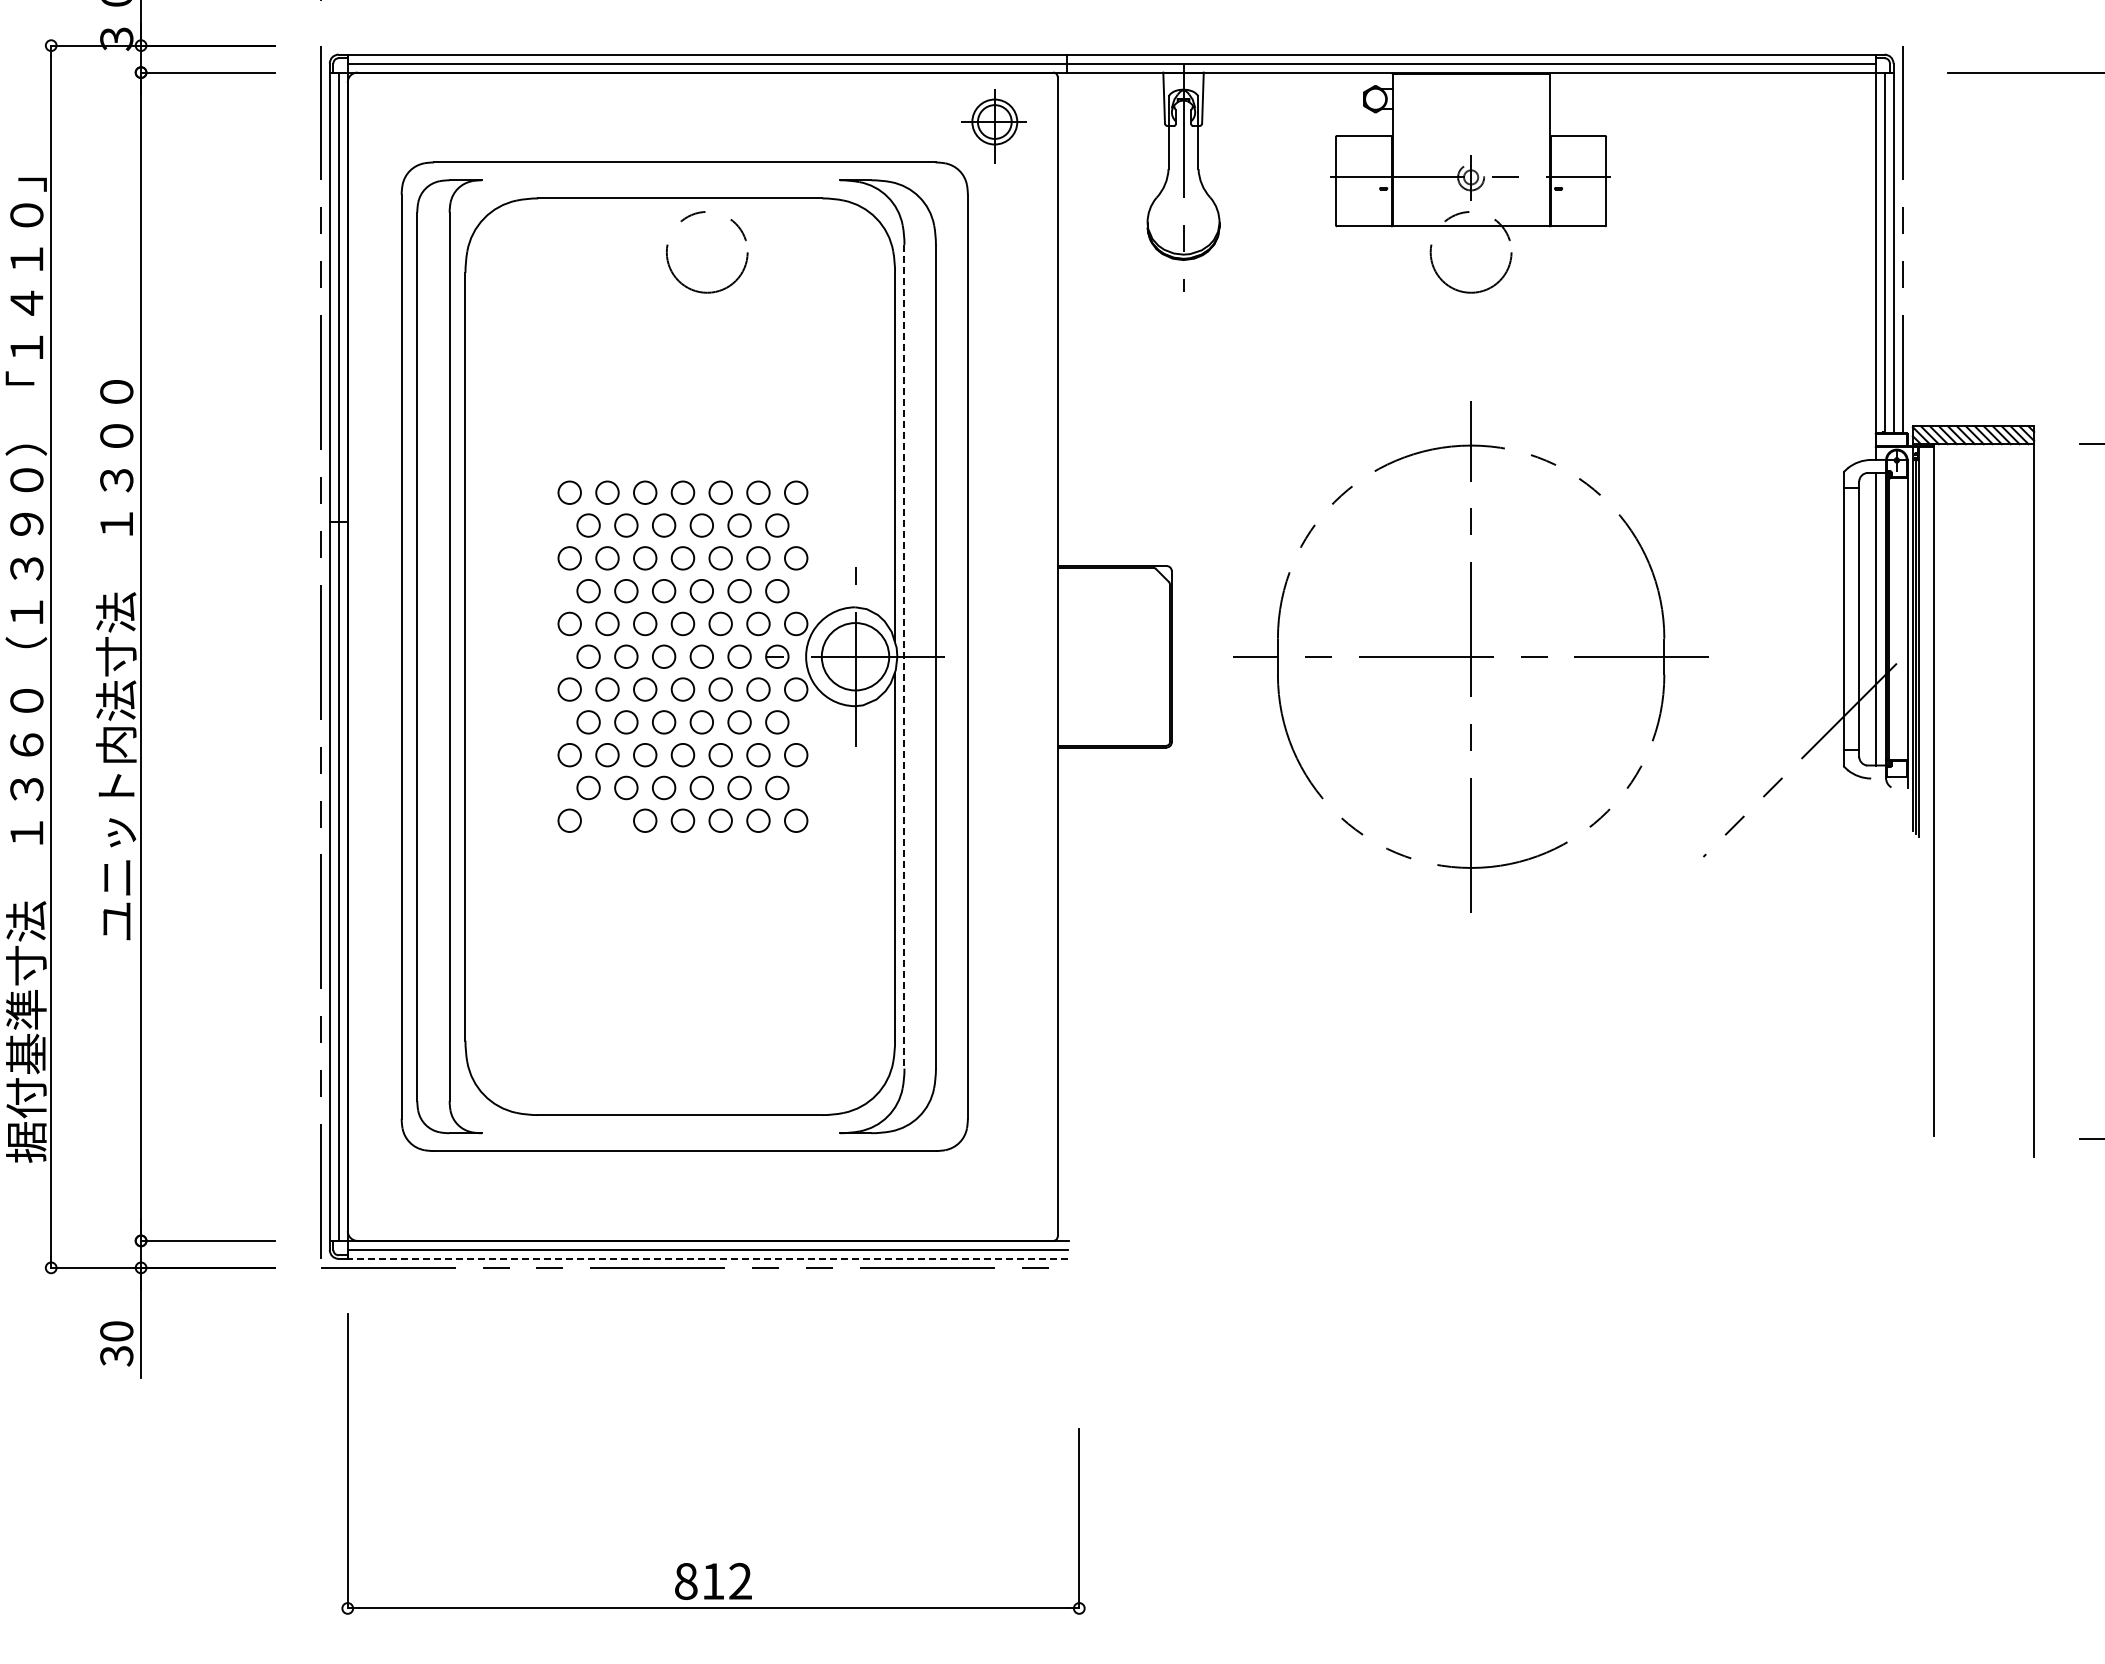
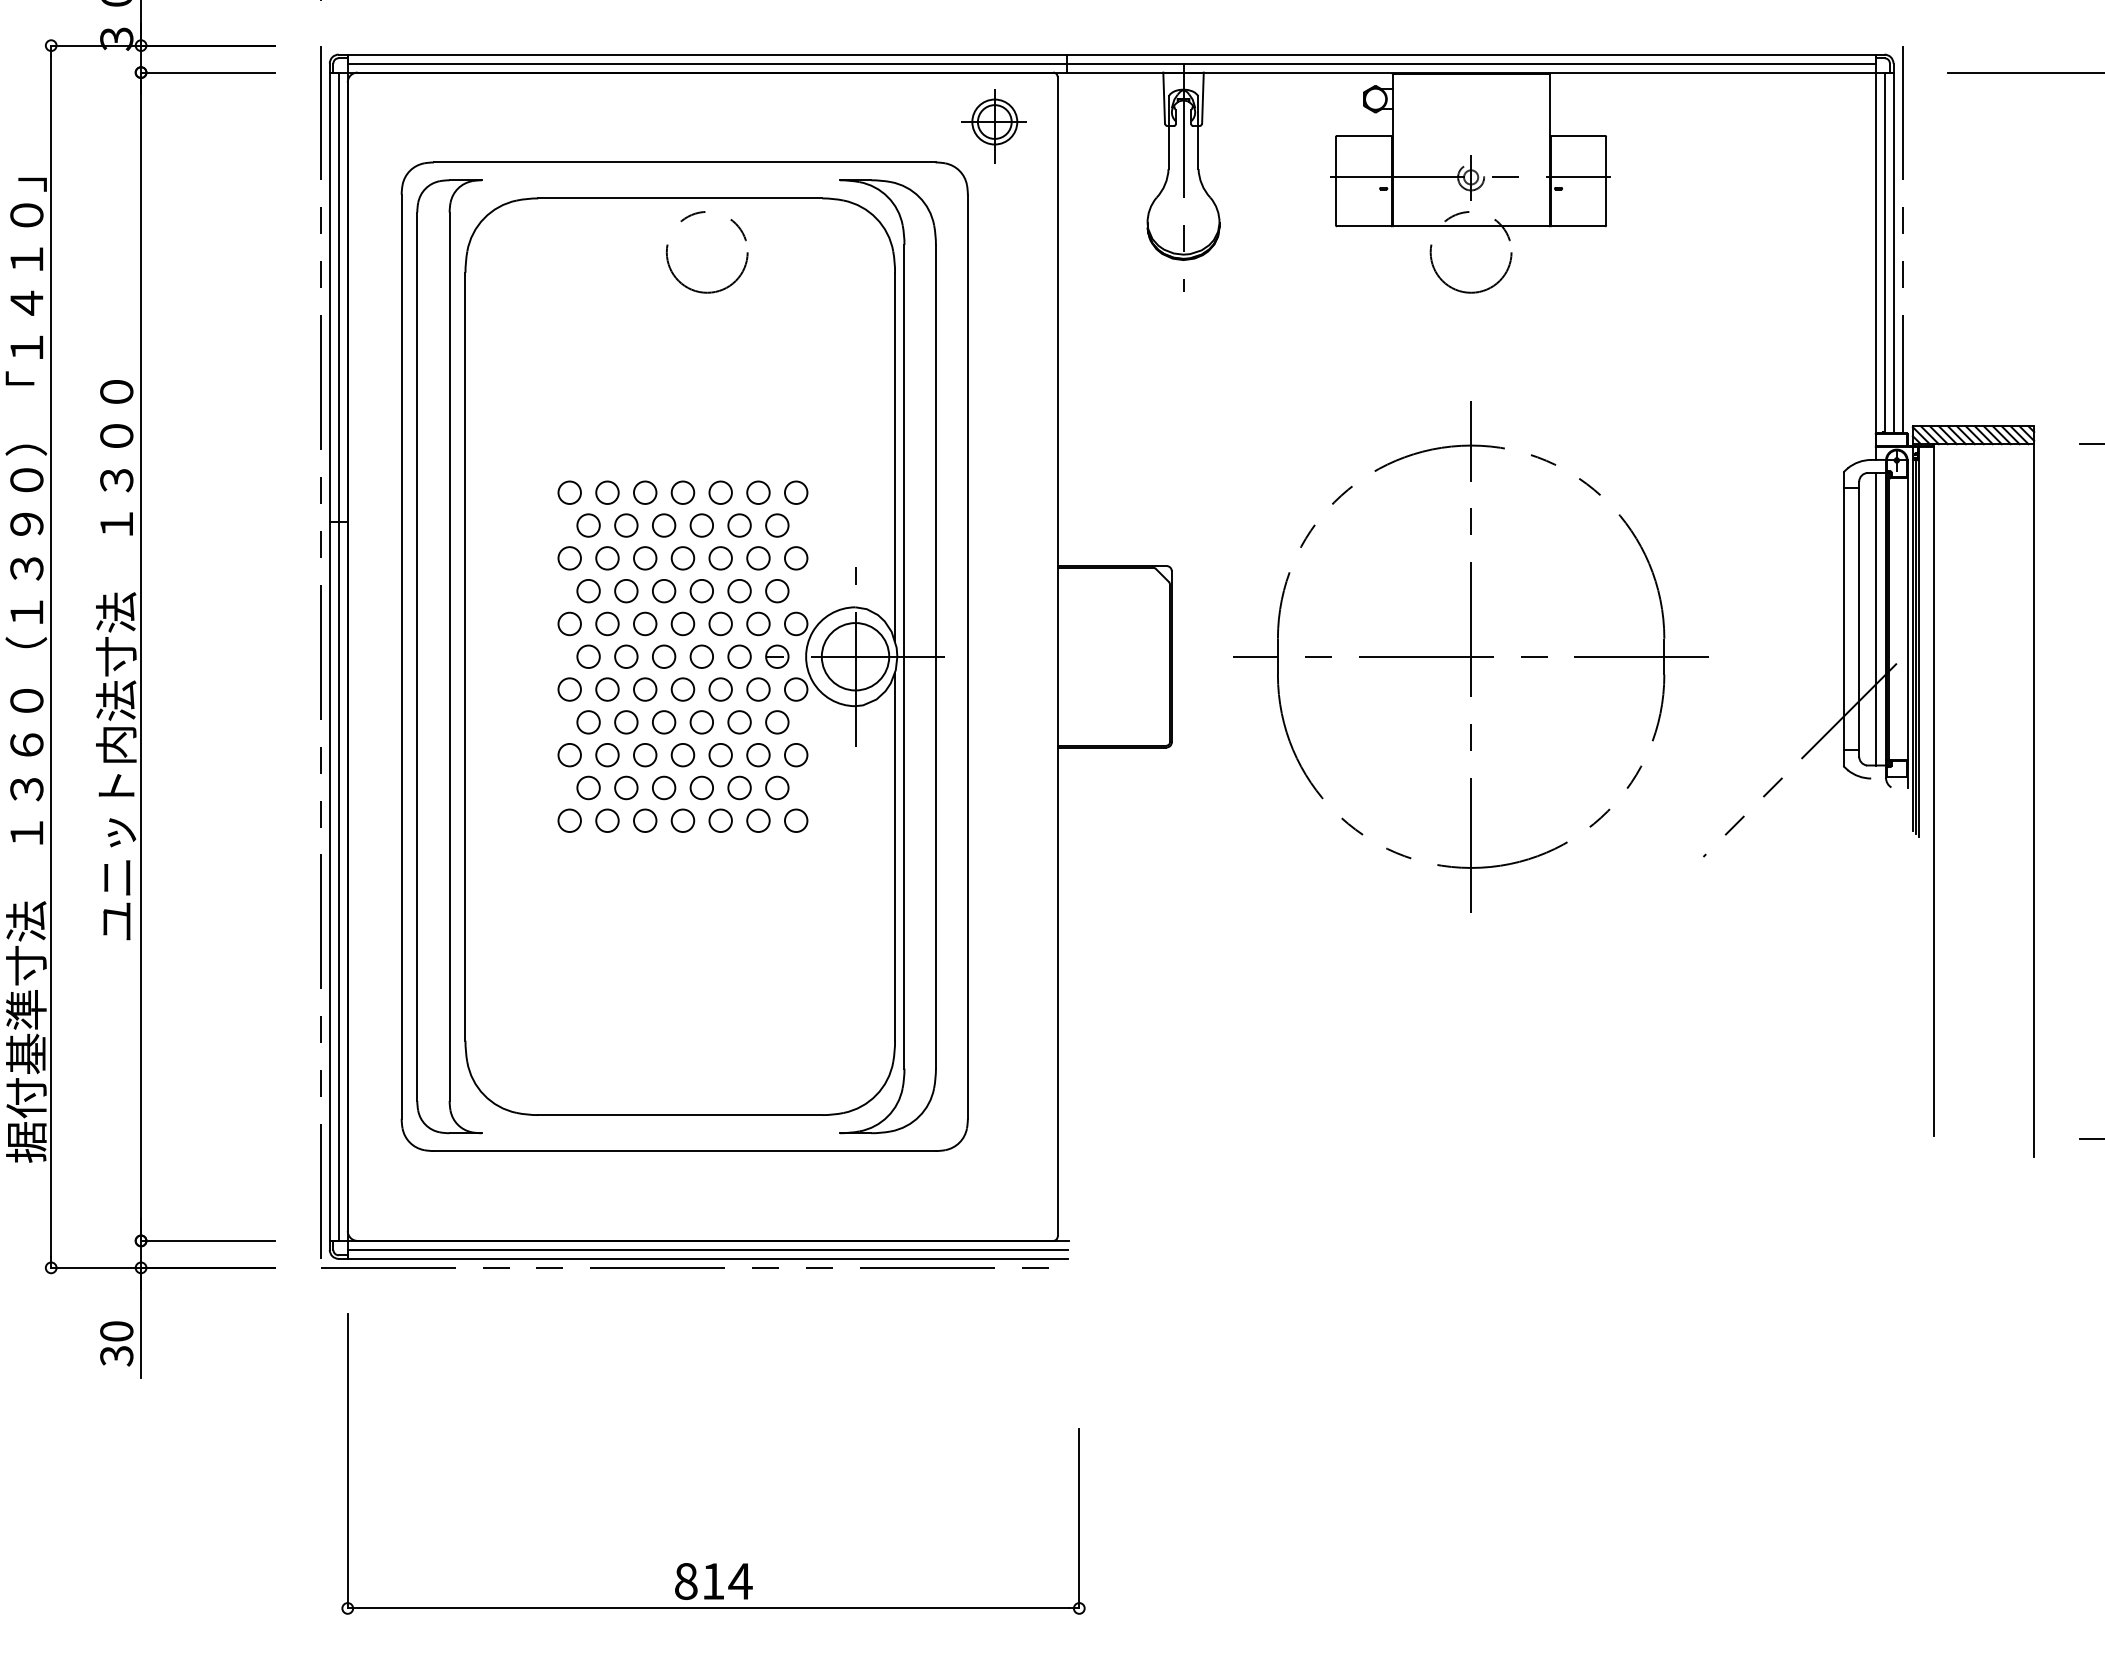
line at (904, 656): dashed -> solid
circle at (607, 820): none -> present
line at (707, 1258): dashed -> solid
text at (740, 1580): 812 -> 814
